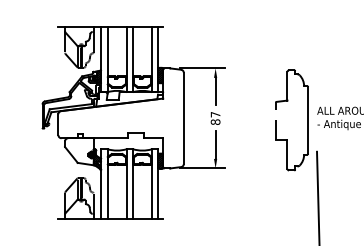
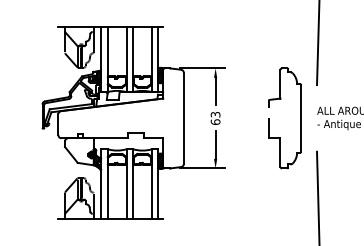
line at (318, 43): none -> present
text at (215, 118): 87 -> 63
part at (276, 120) position: (276, 120) -> (269, 118)
